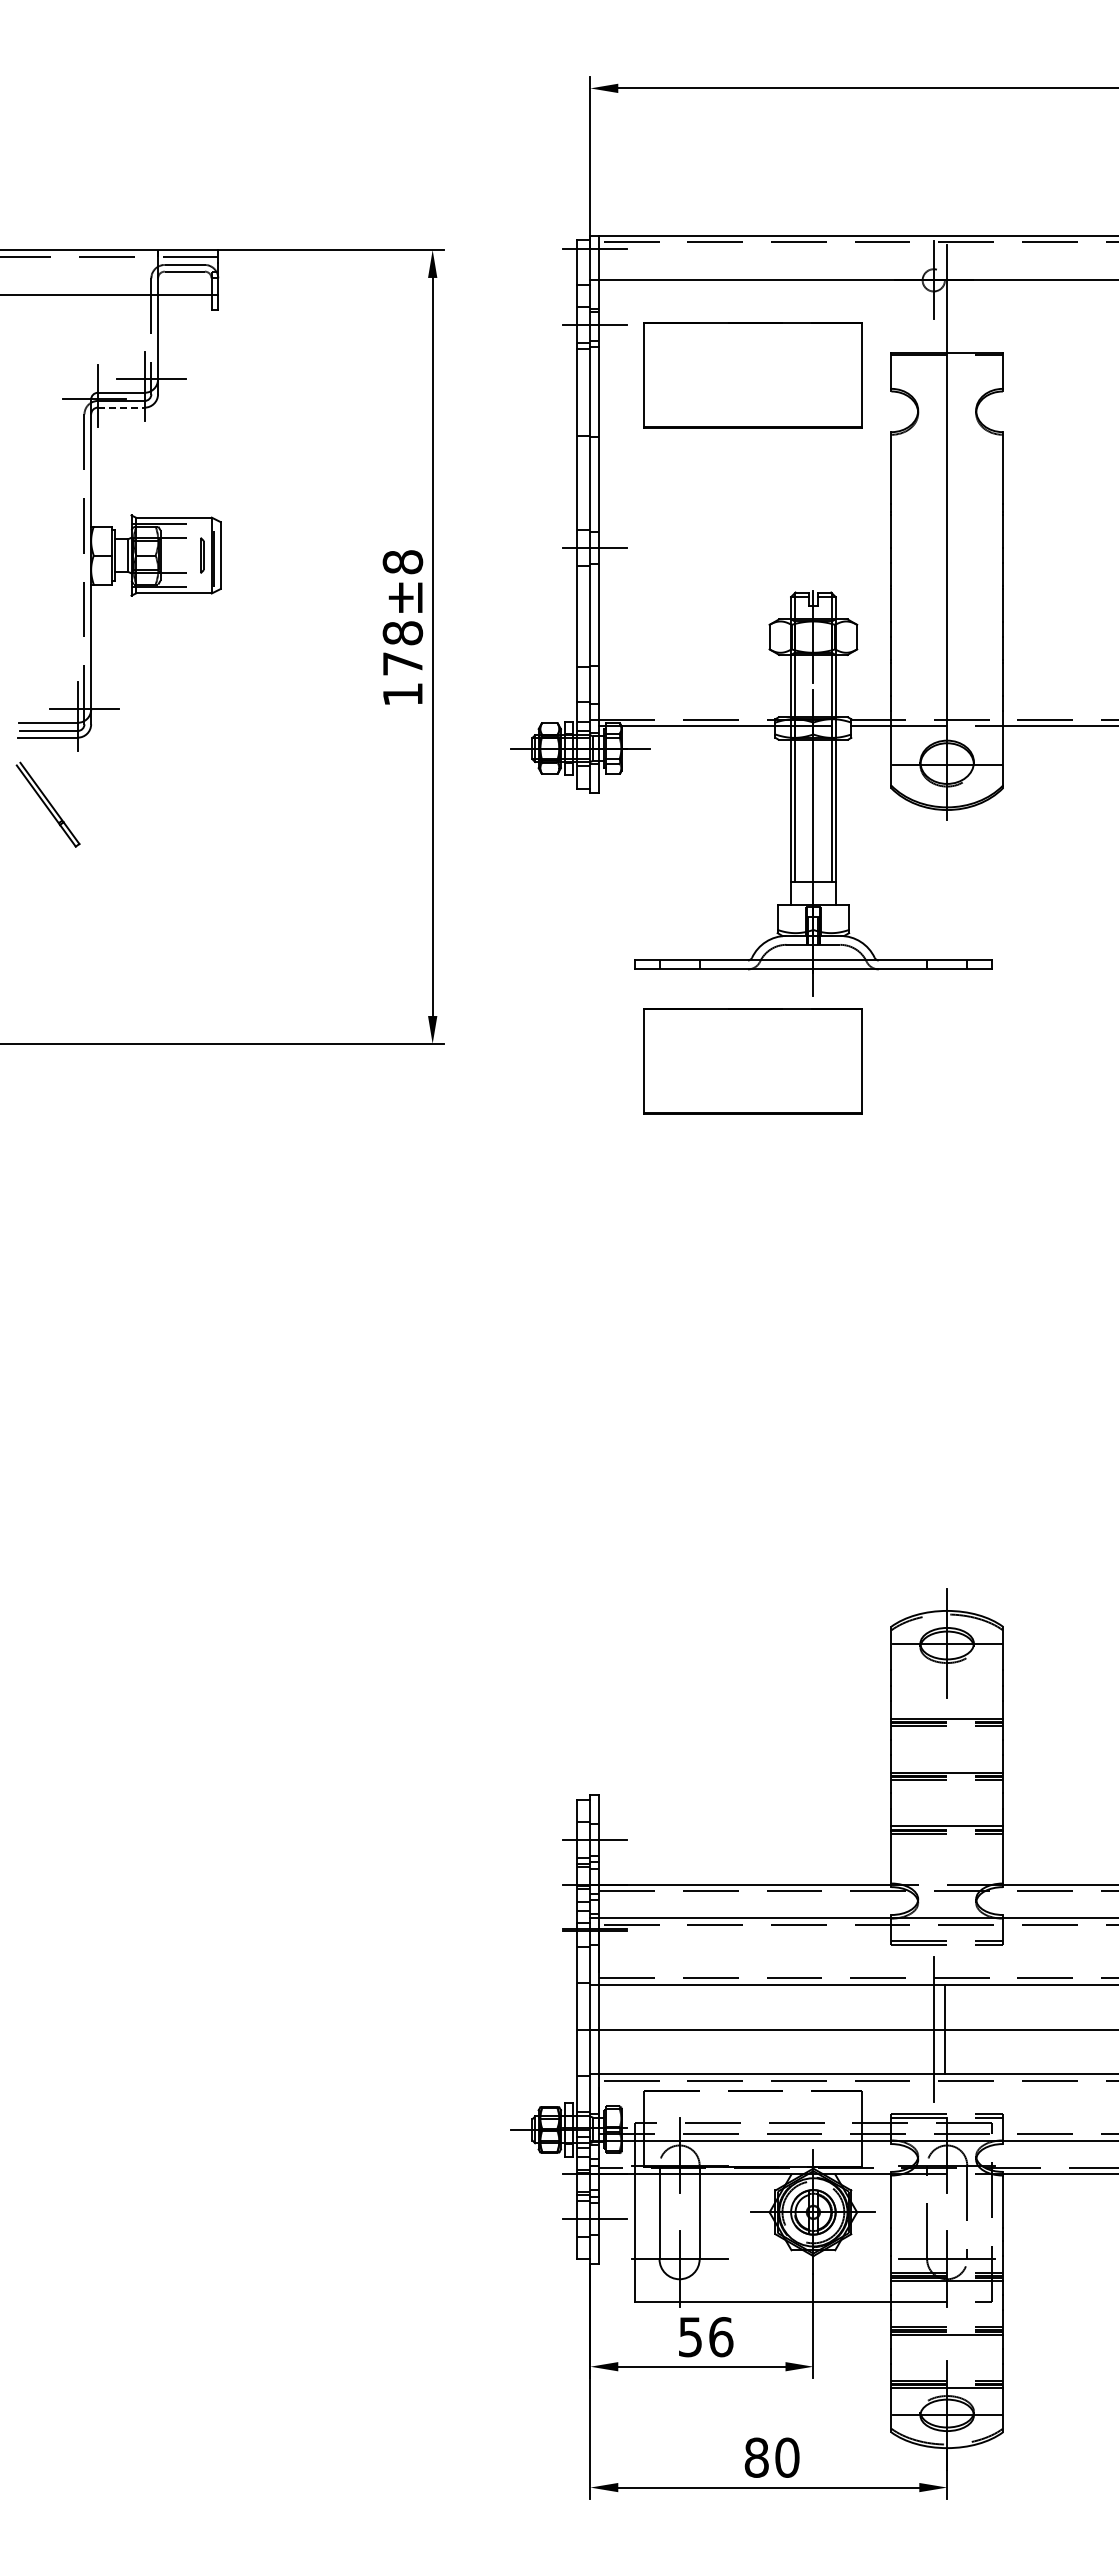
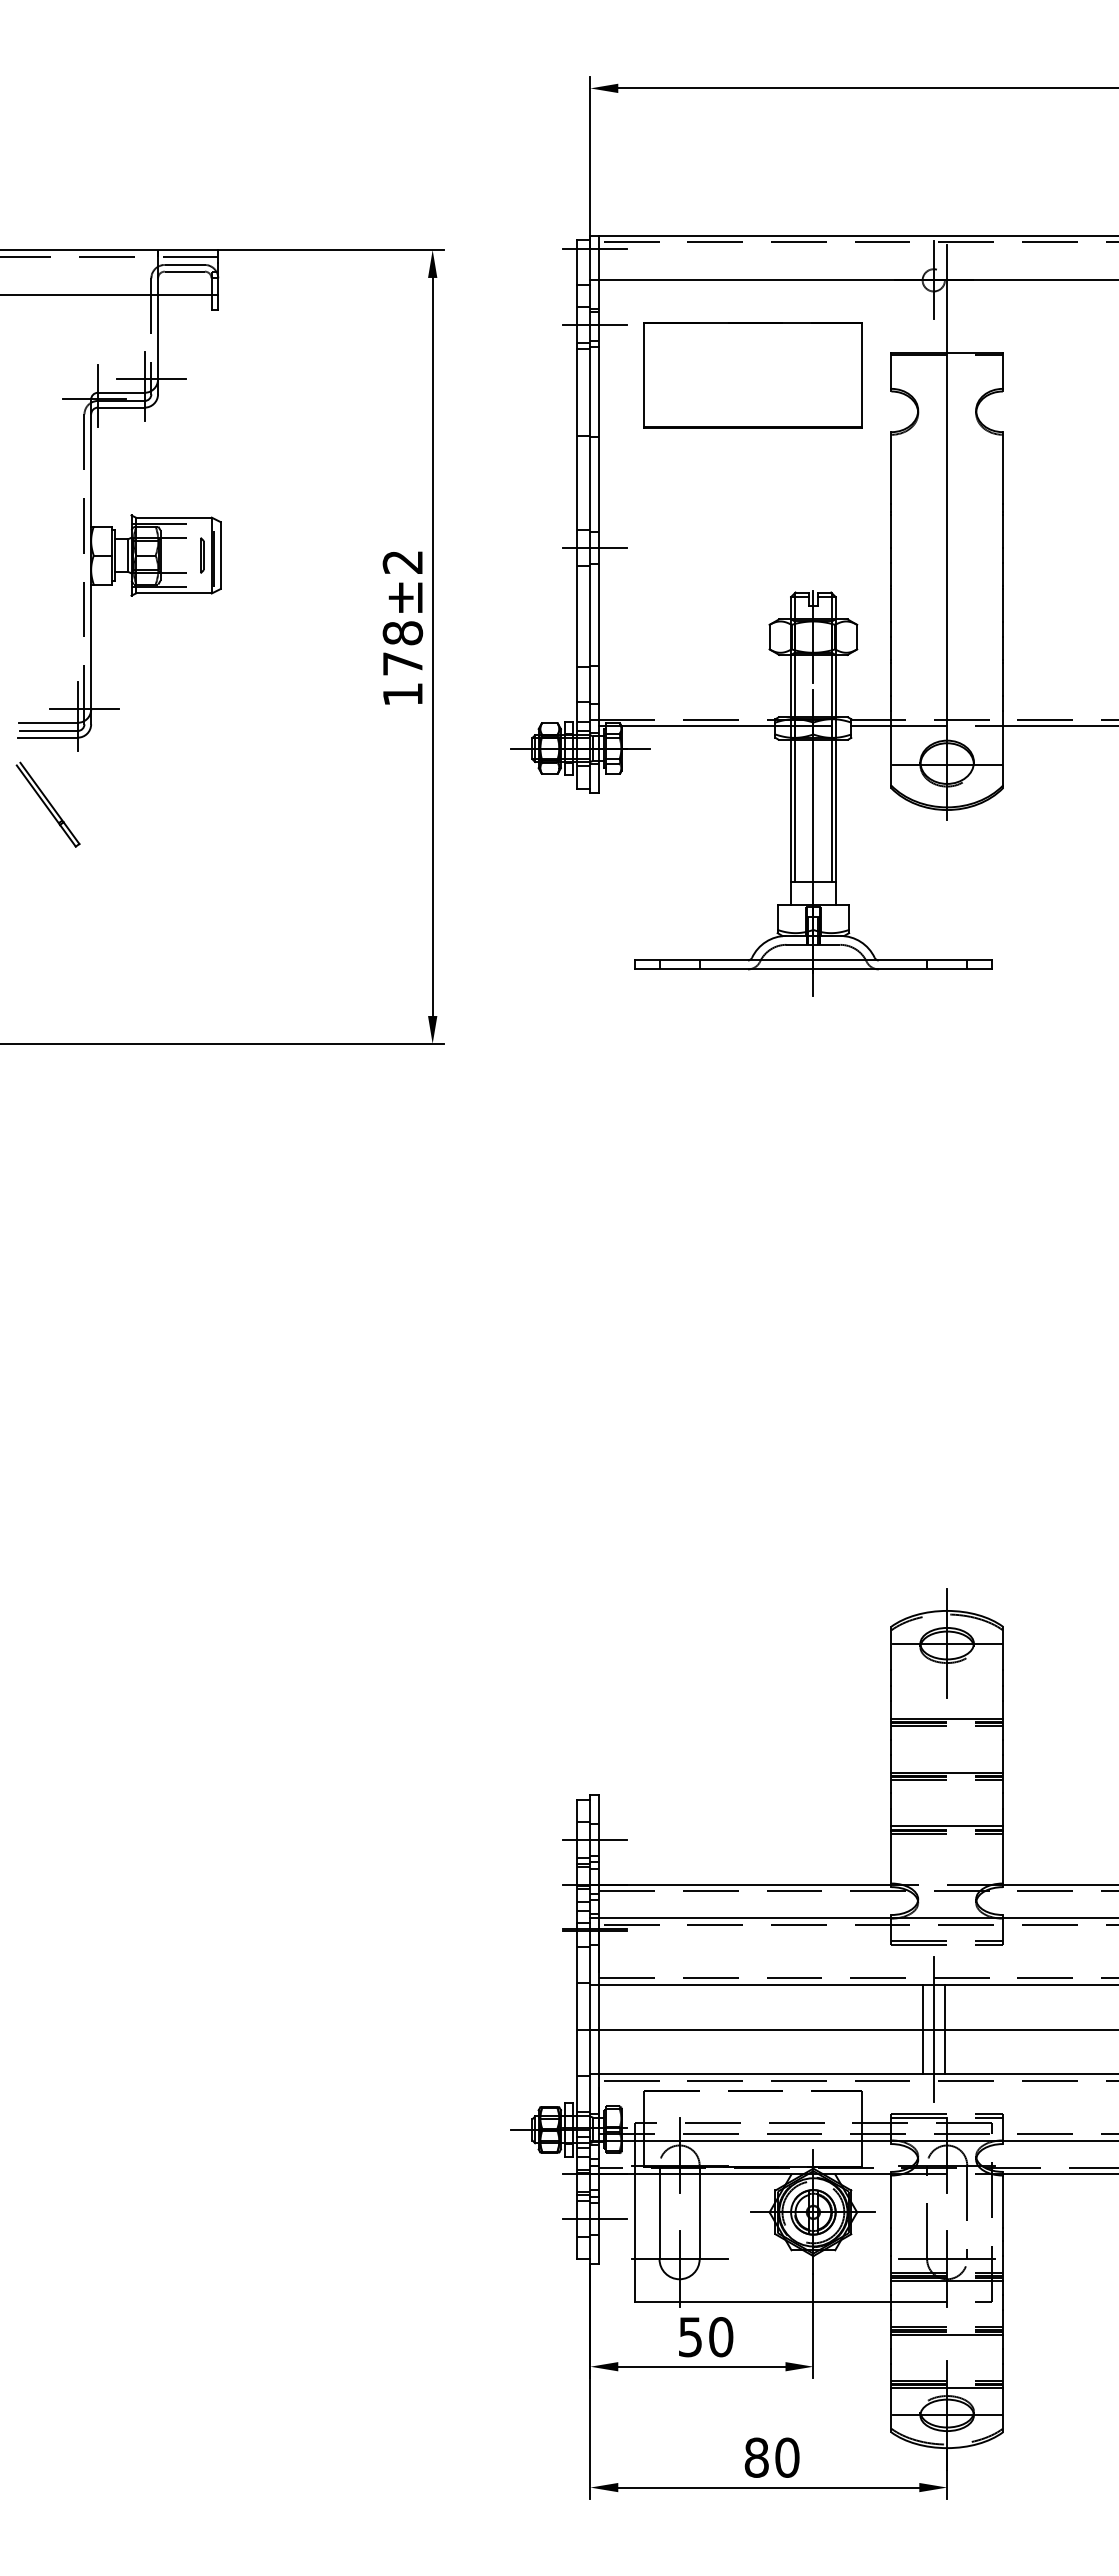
line at (121, 407): dashed -> solid
text at (402, 562): ±8 -> ±2
part at (752, 1061): present -> none
line at (922, 2029): none -> present
text at (721, 2337): 56 -> 50
